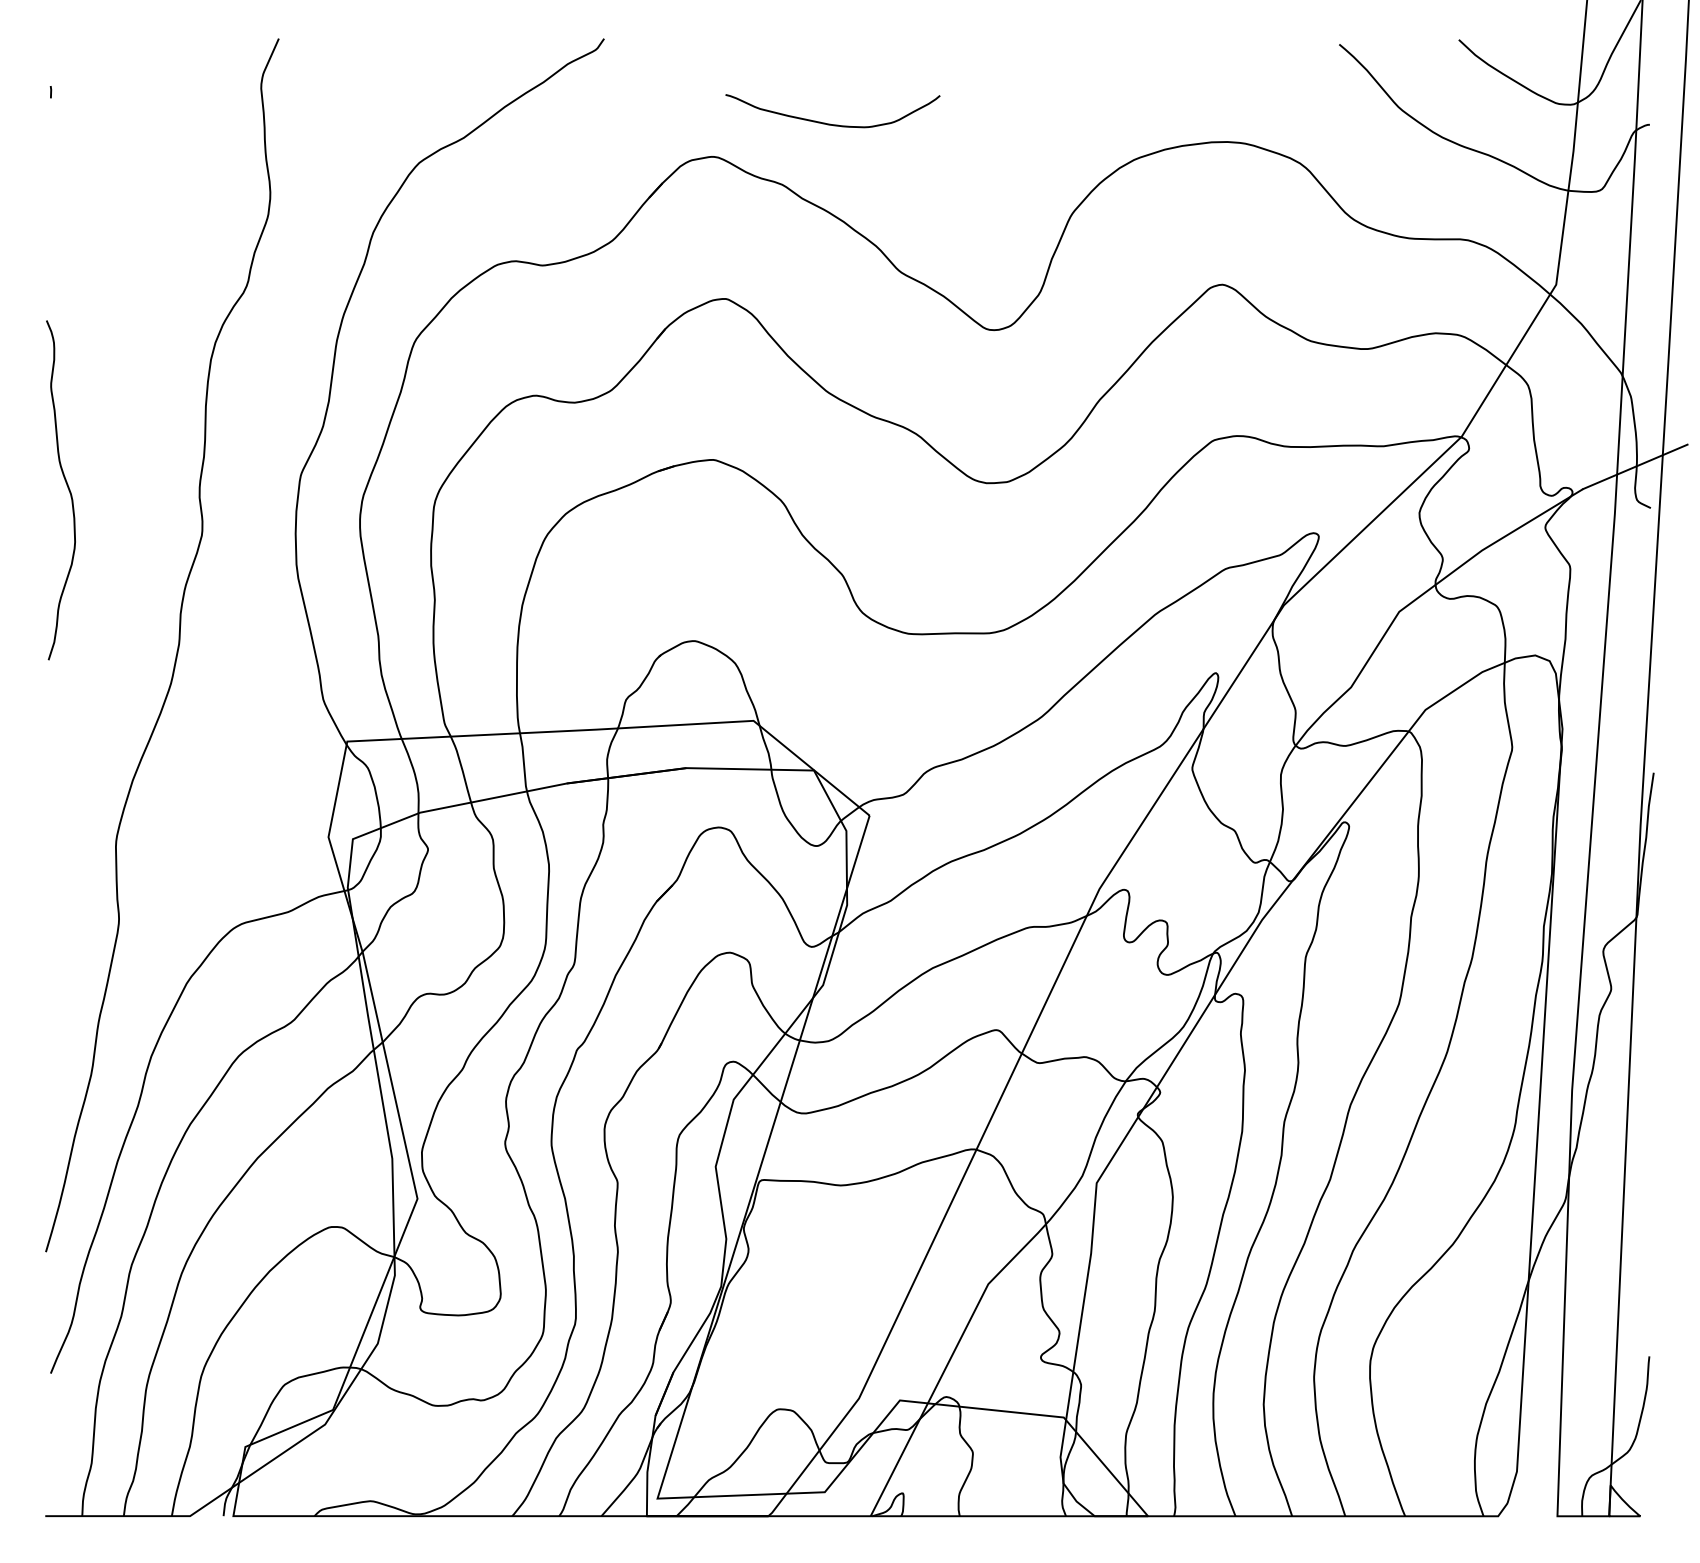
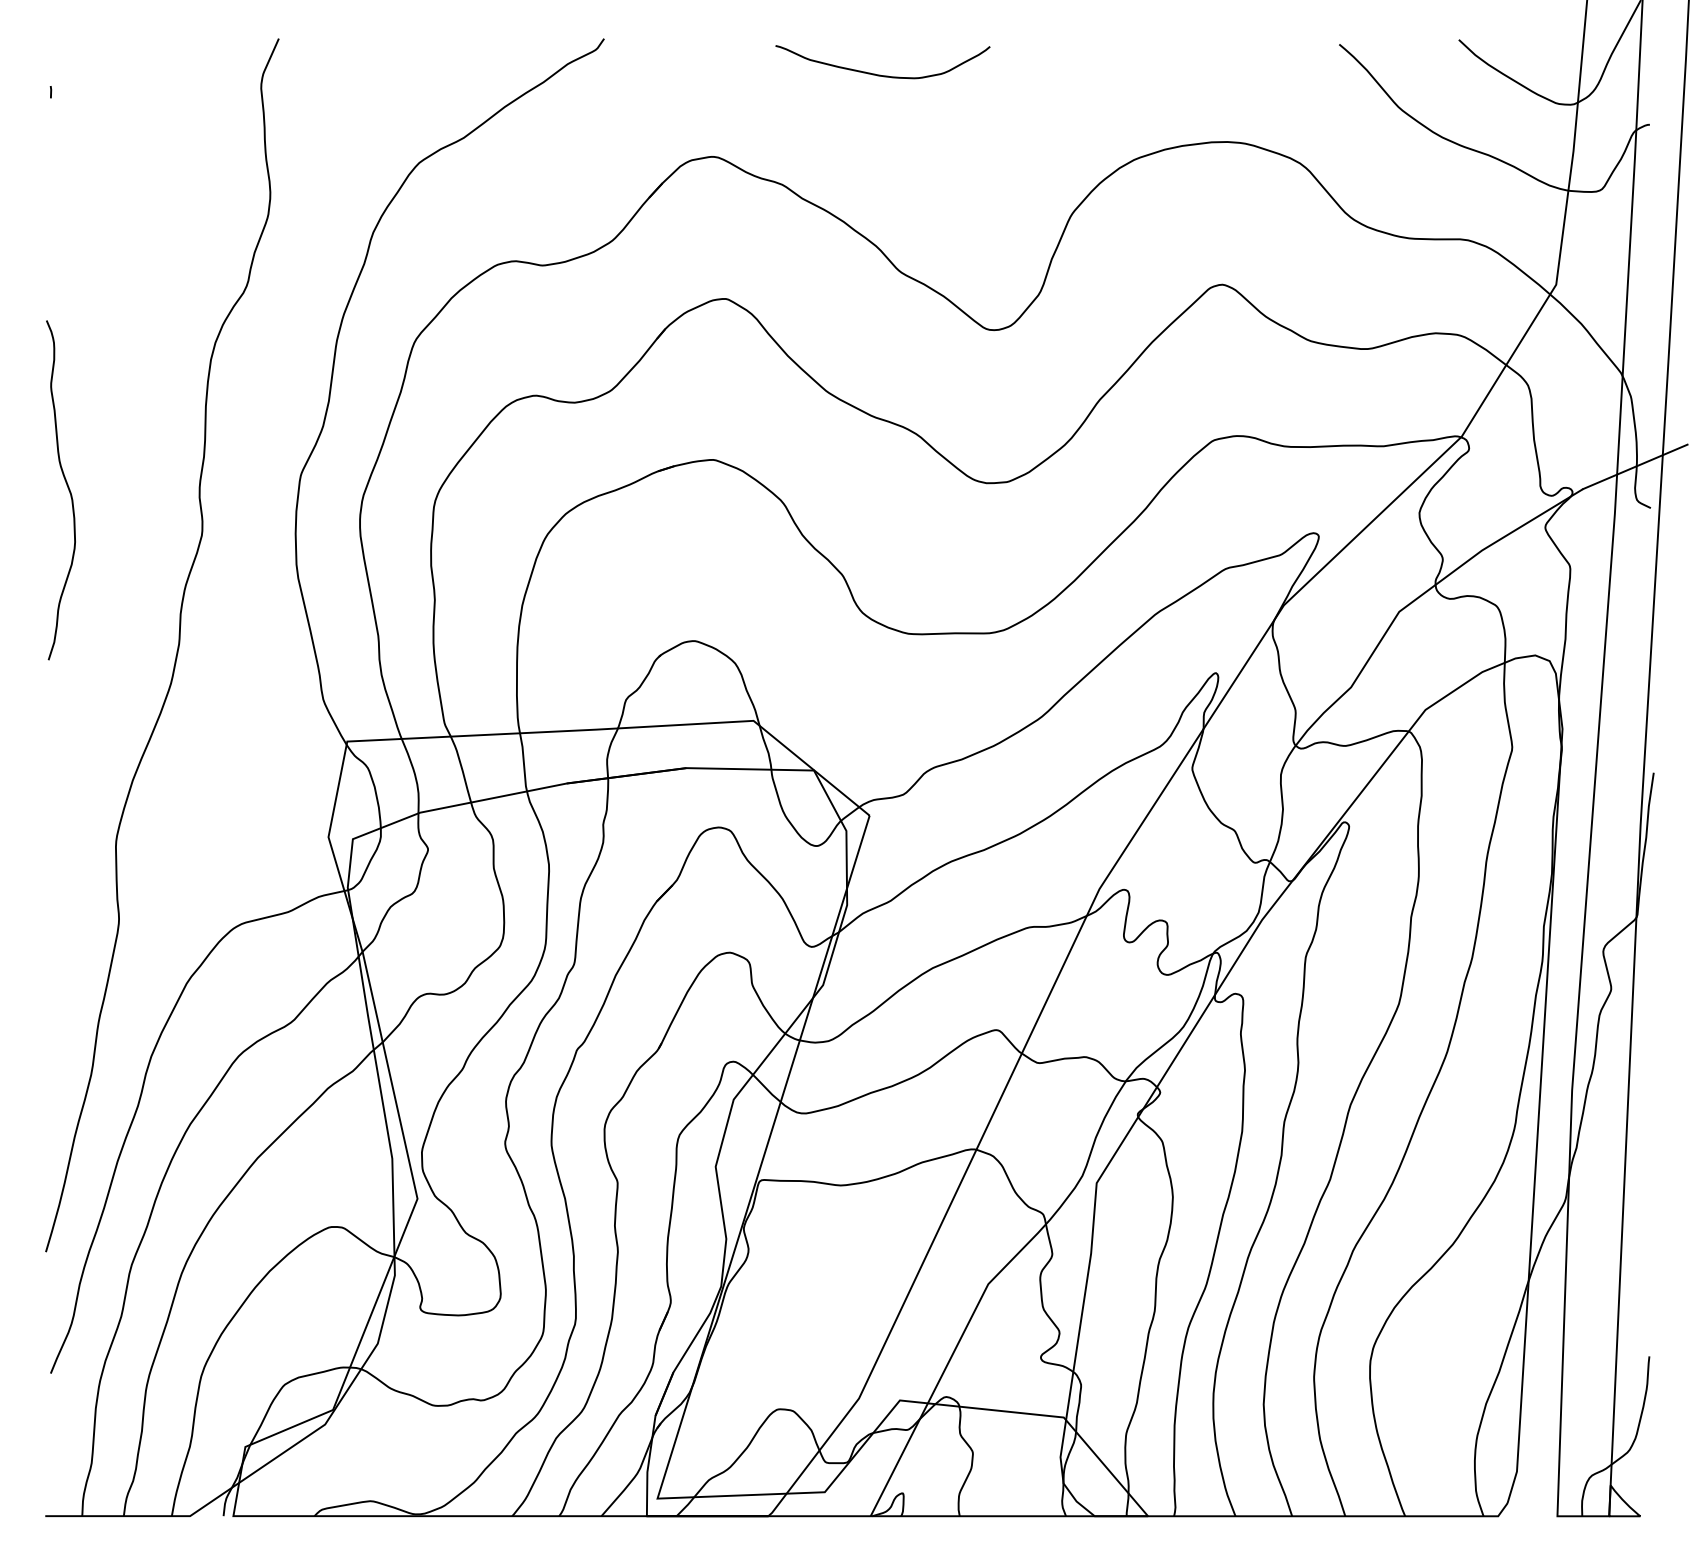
curve at (830, 123) position: (830, 123) -> (880, 74)
